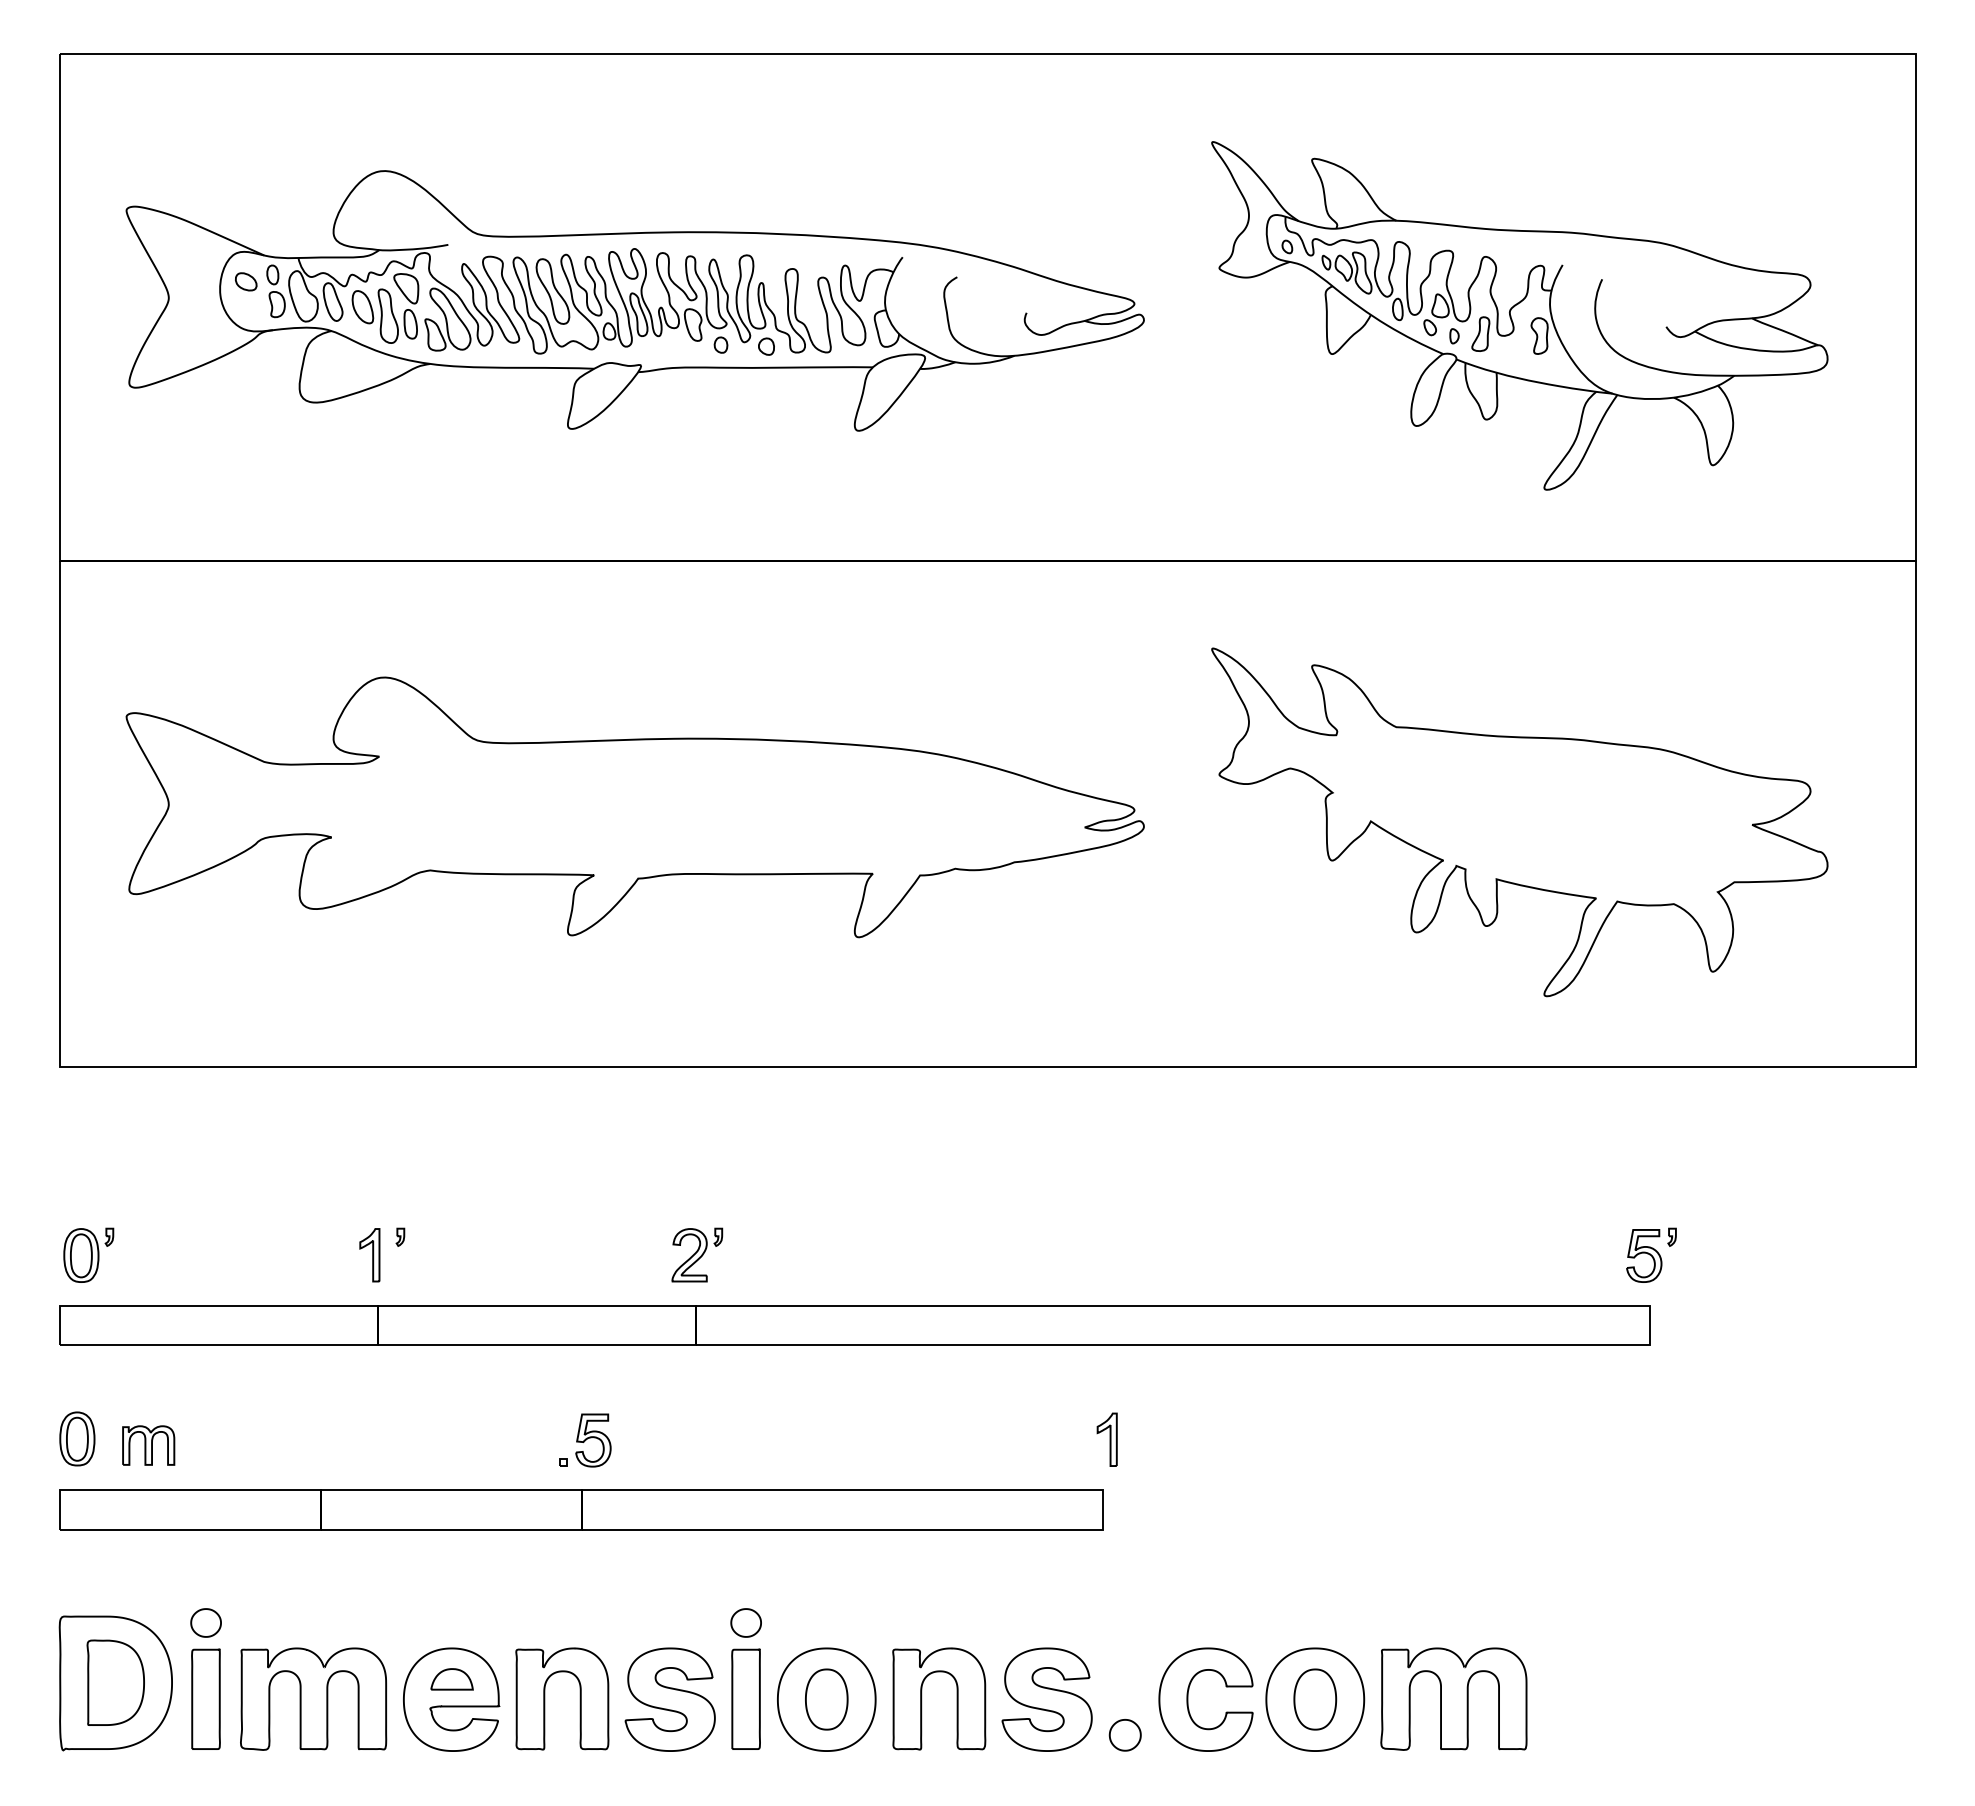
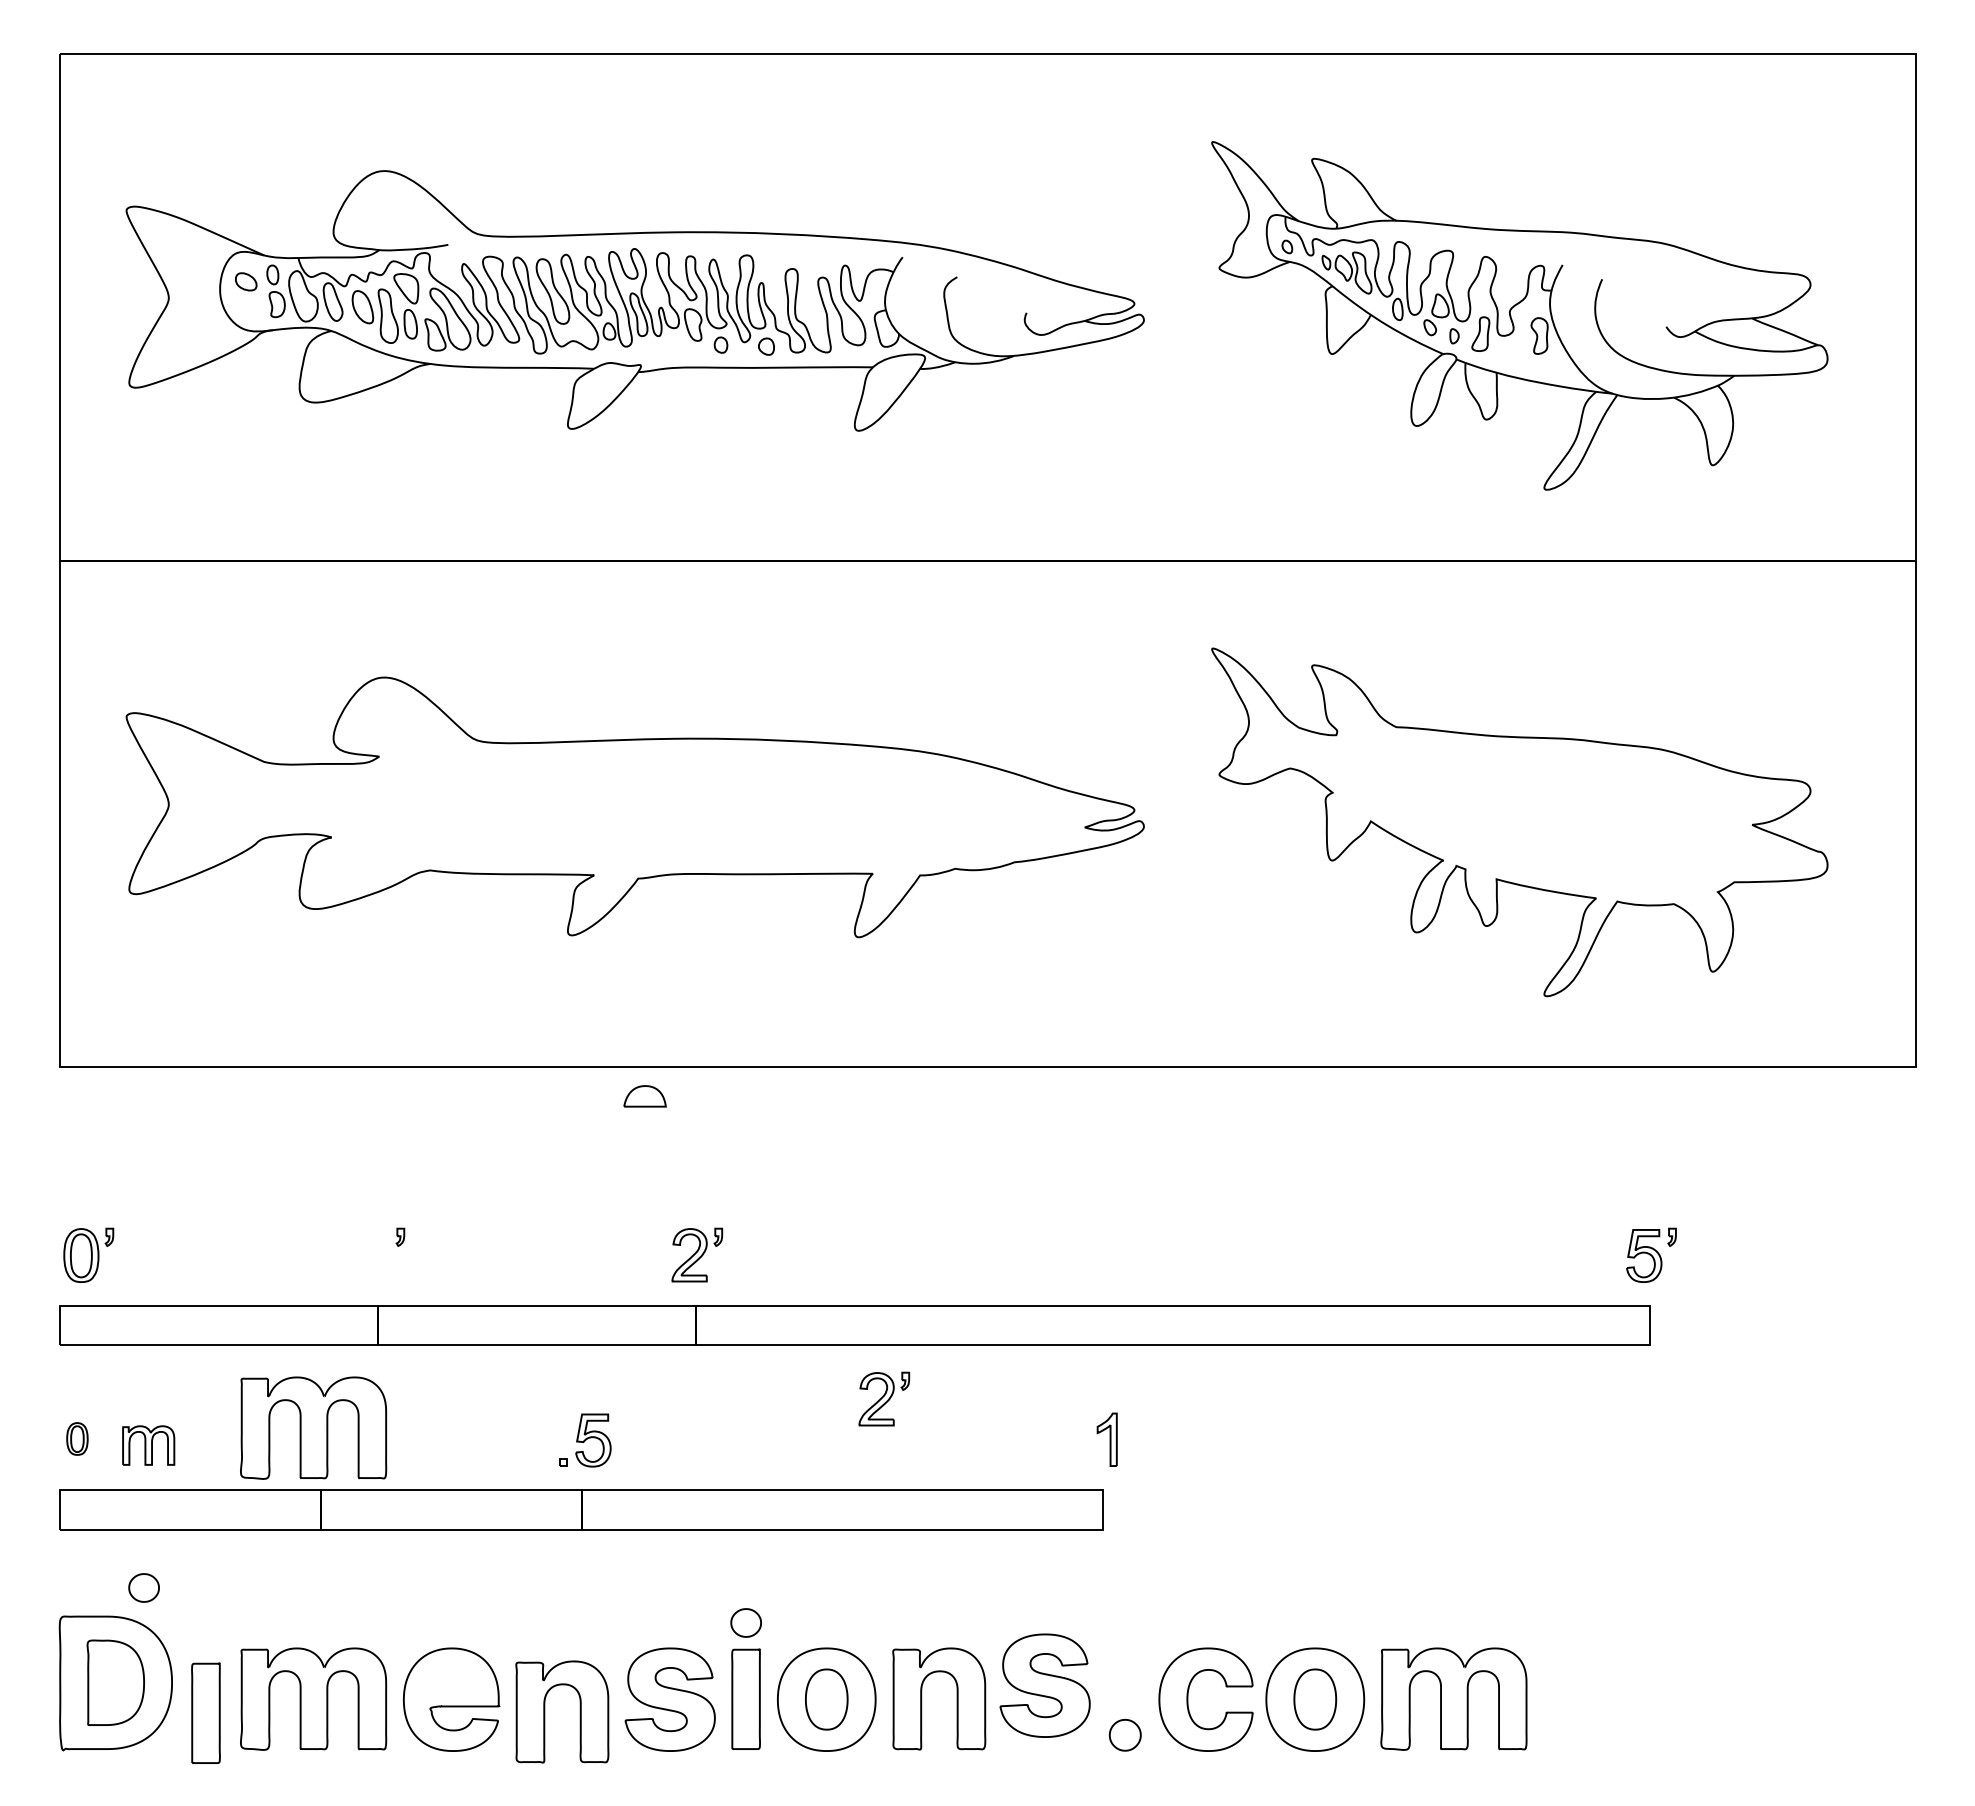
part at (369, 1255): present -> none
part at (884, 1398): none -> present
part at (313, 1427): none -> present
part at (77, 1438) size: 37x56 px -> 23x34 px
part at (205, 1622) position: (205, 1622) -> (143, 1587)
part at (451, 1679) position: (451, 1679) -> (644, 1096)
part at (205, 1698) position: (205, 1698) -> (205, 1712)
part at (545, 1698) position: (545, 1698) -> (545, 1711)
part at (1046, 1699) position: (1046, 1699) -> (1044, 1685)
